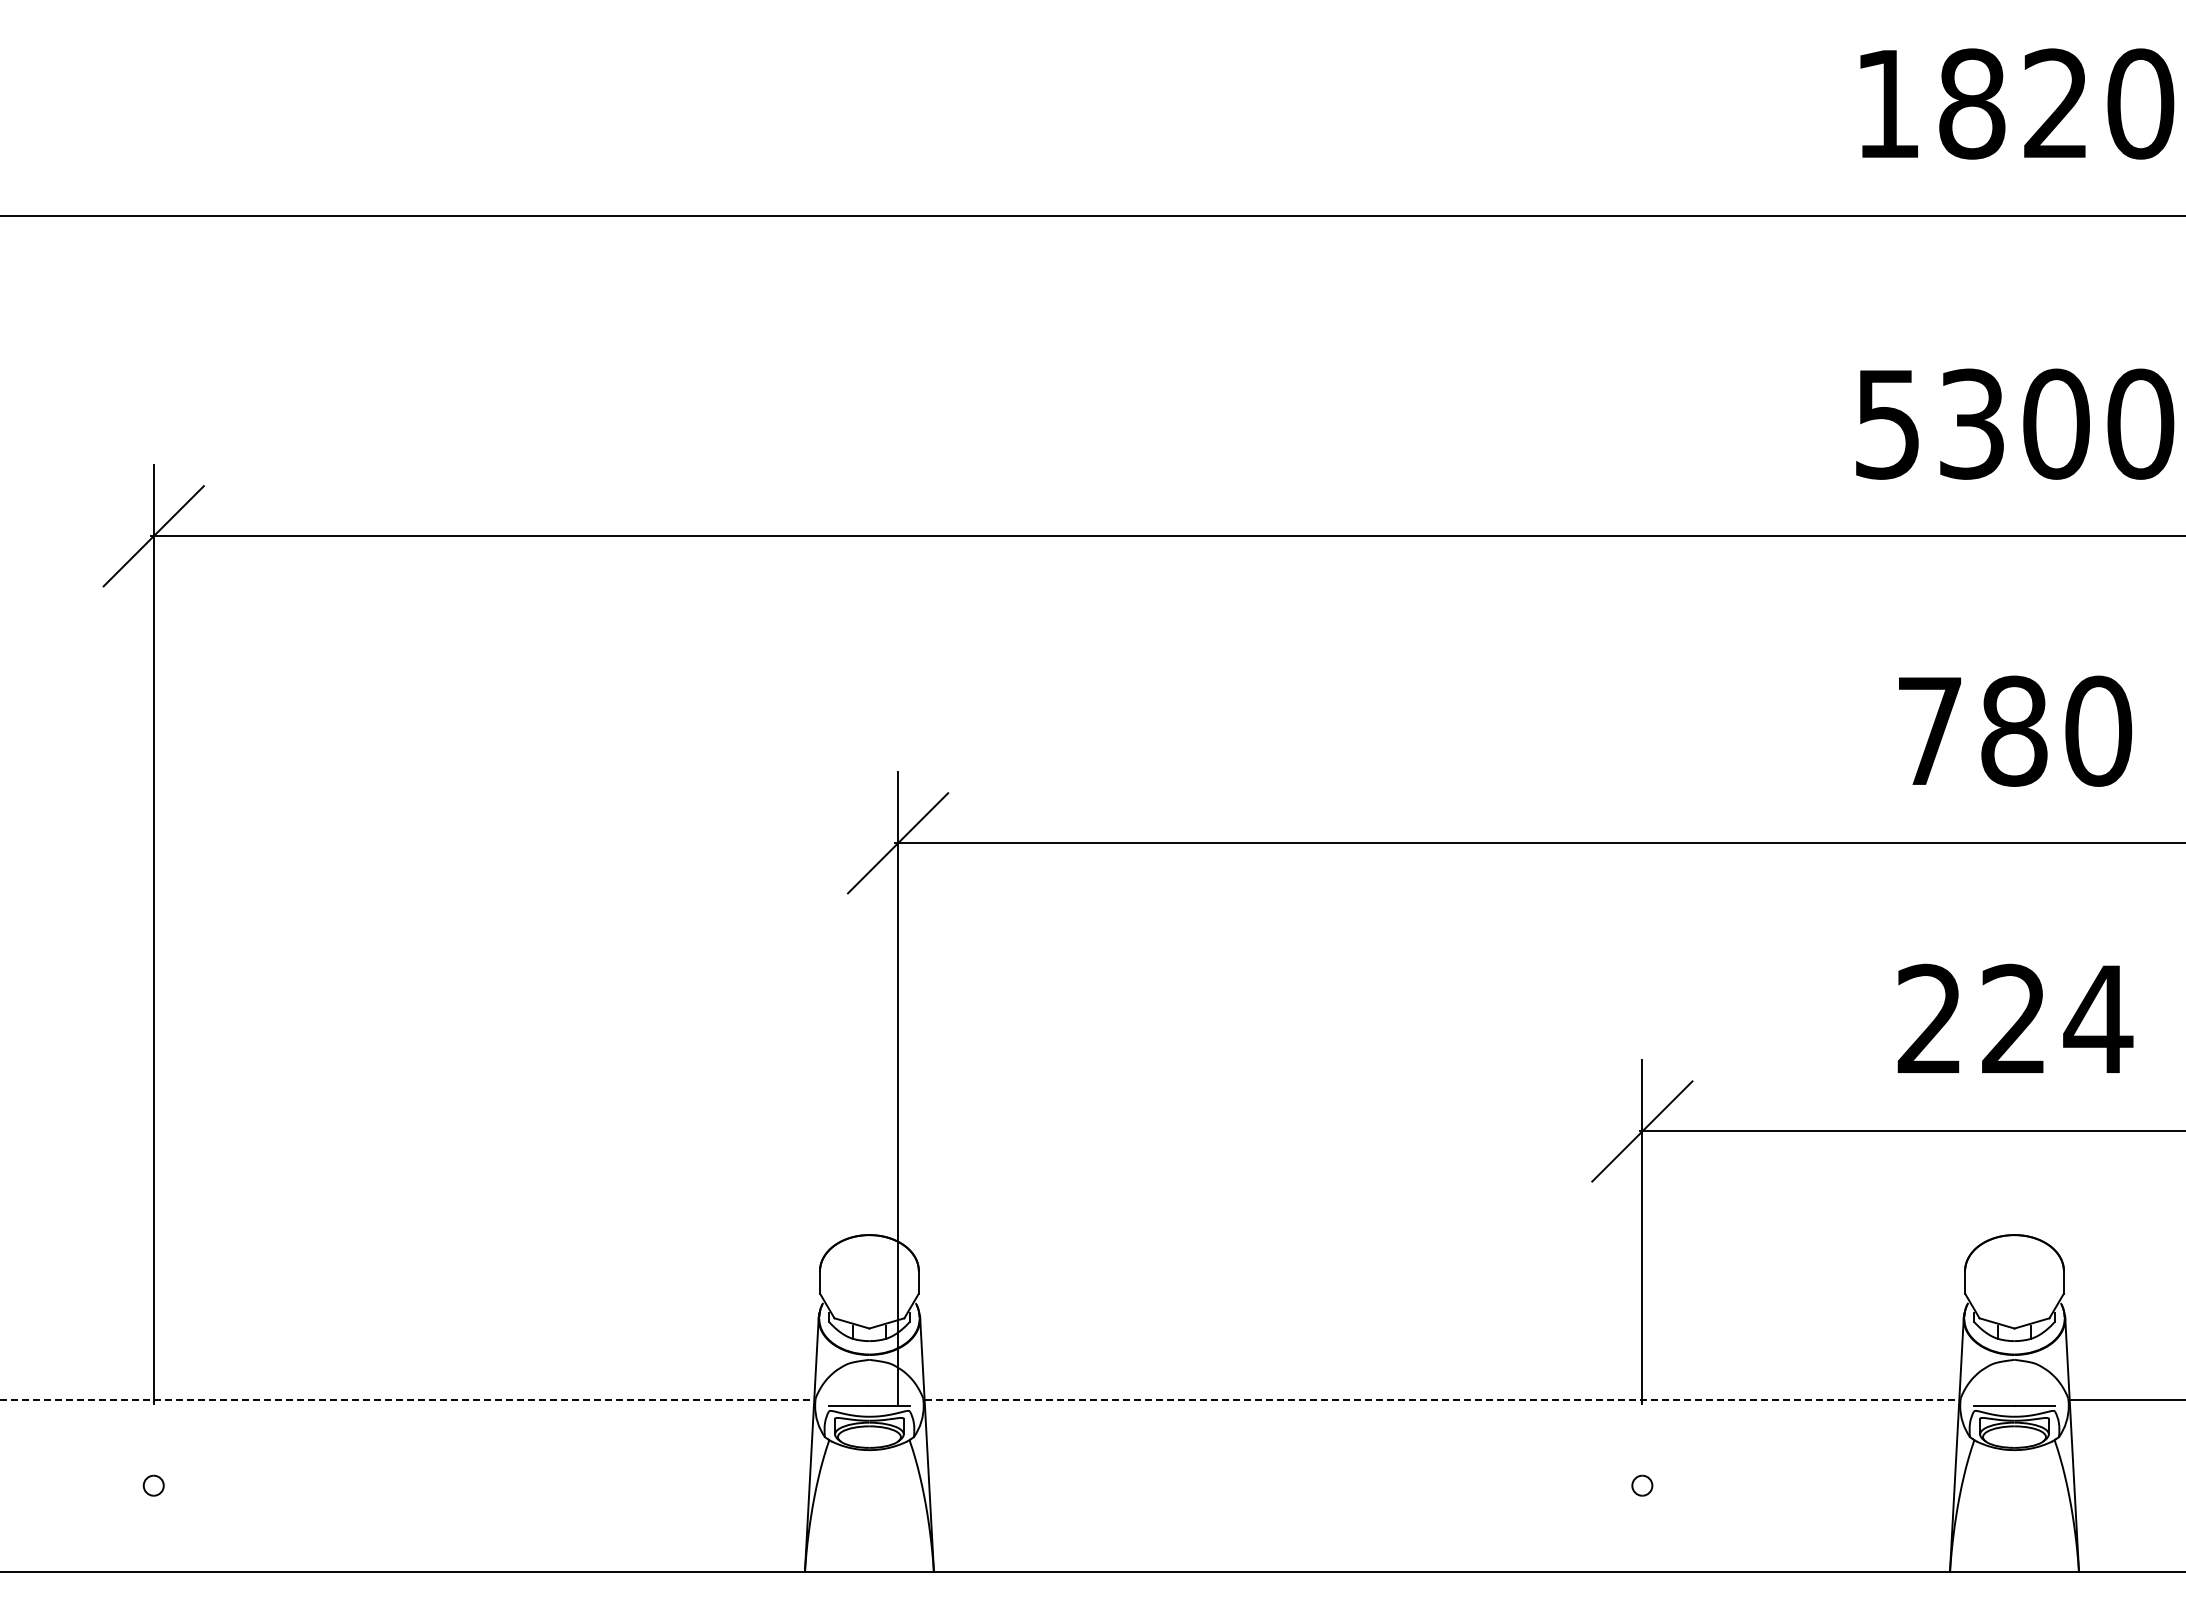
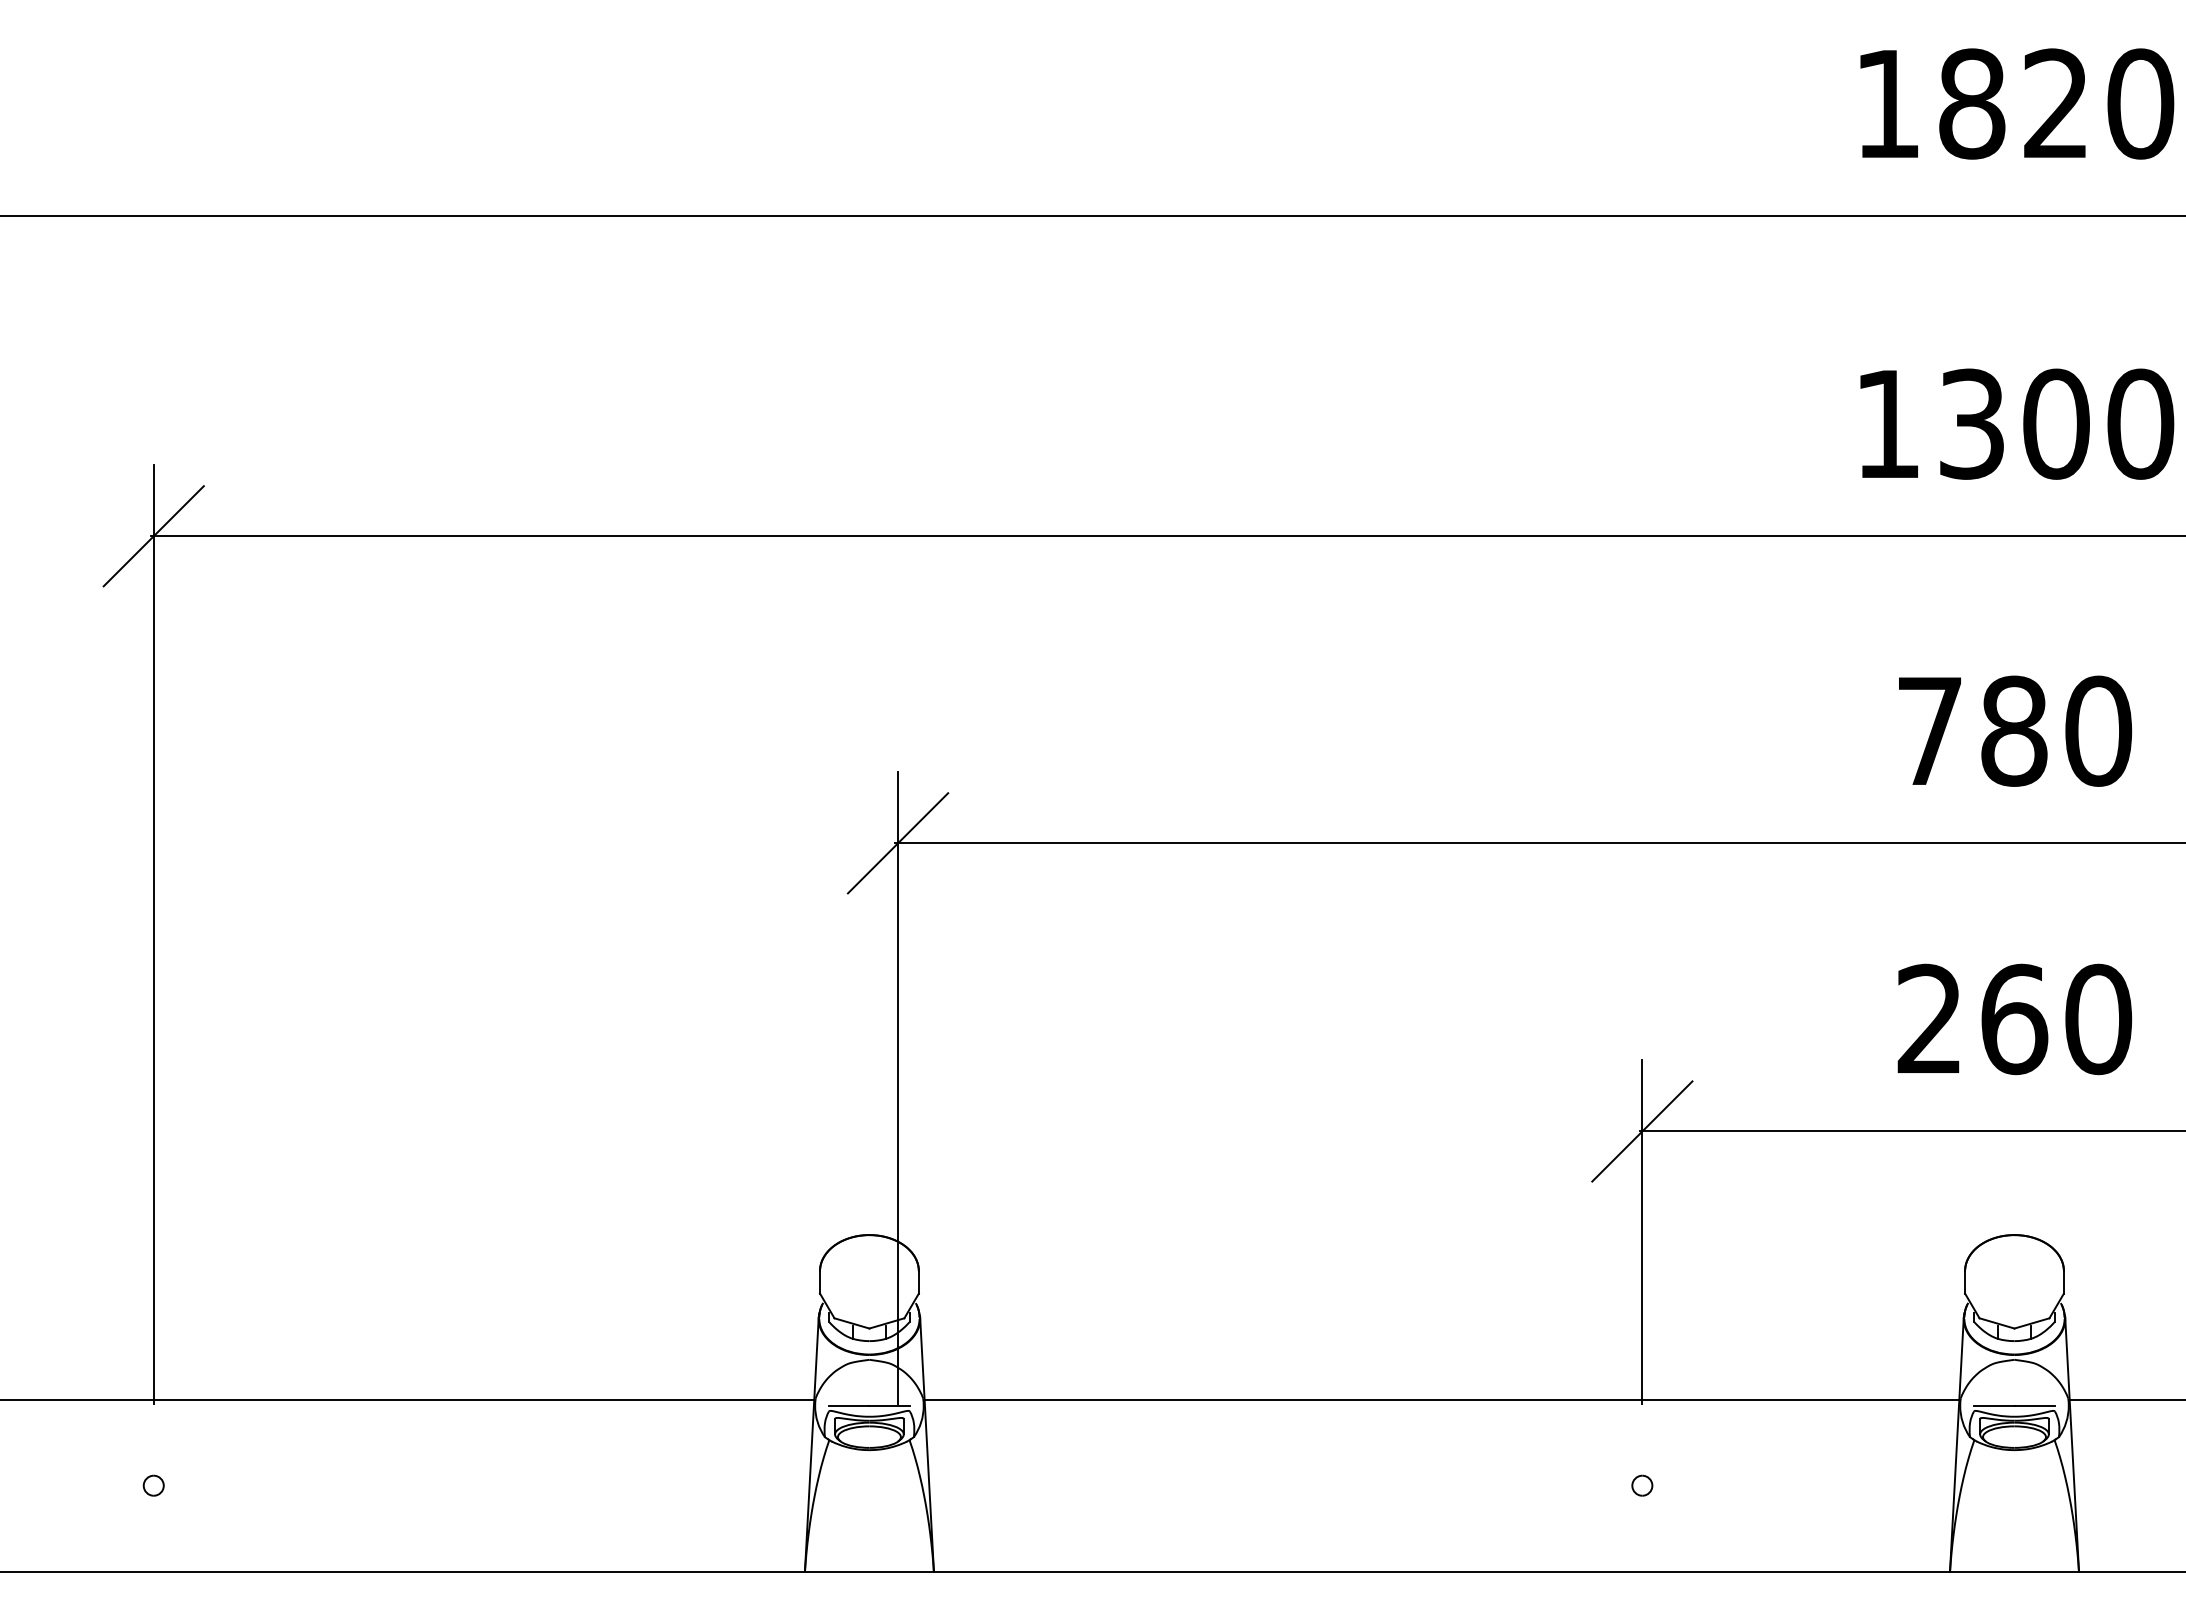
text at (1887, 424): 5300 -> 1300
text at (2057, 1019): 224 -> 260
line at (407, 1399): dashed -> solid
line at (1442, 1399): dashed -> solid
